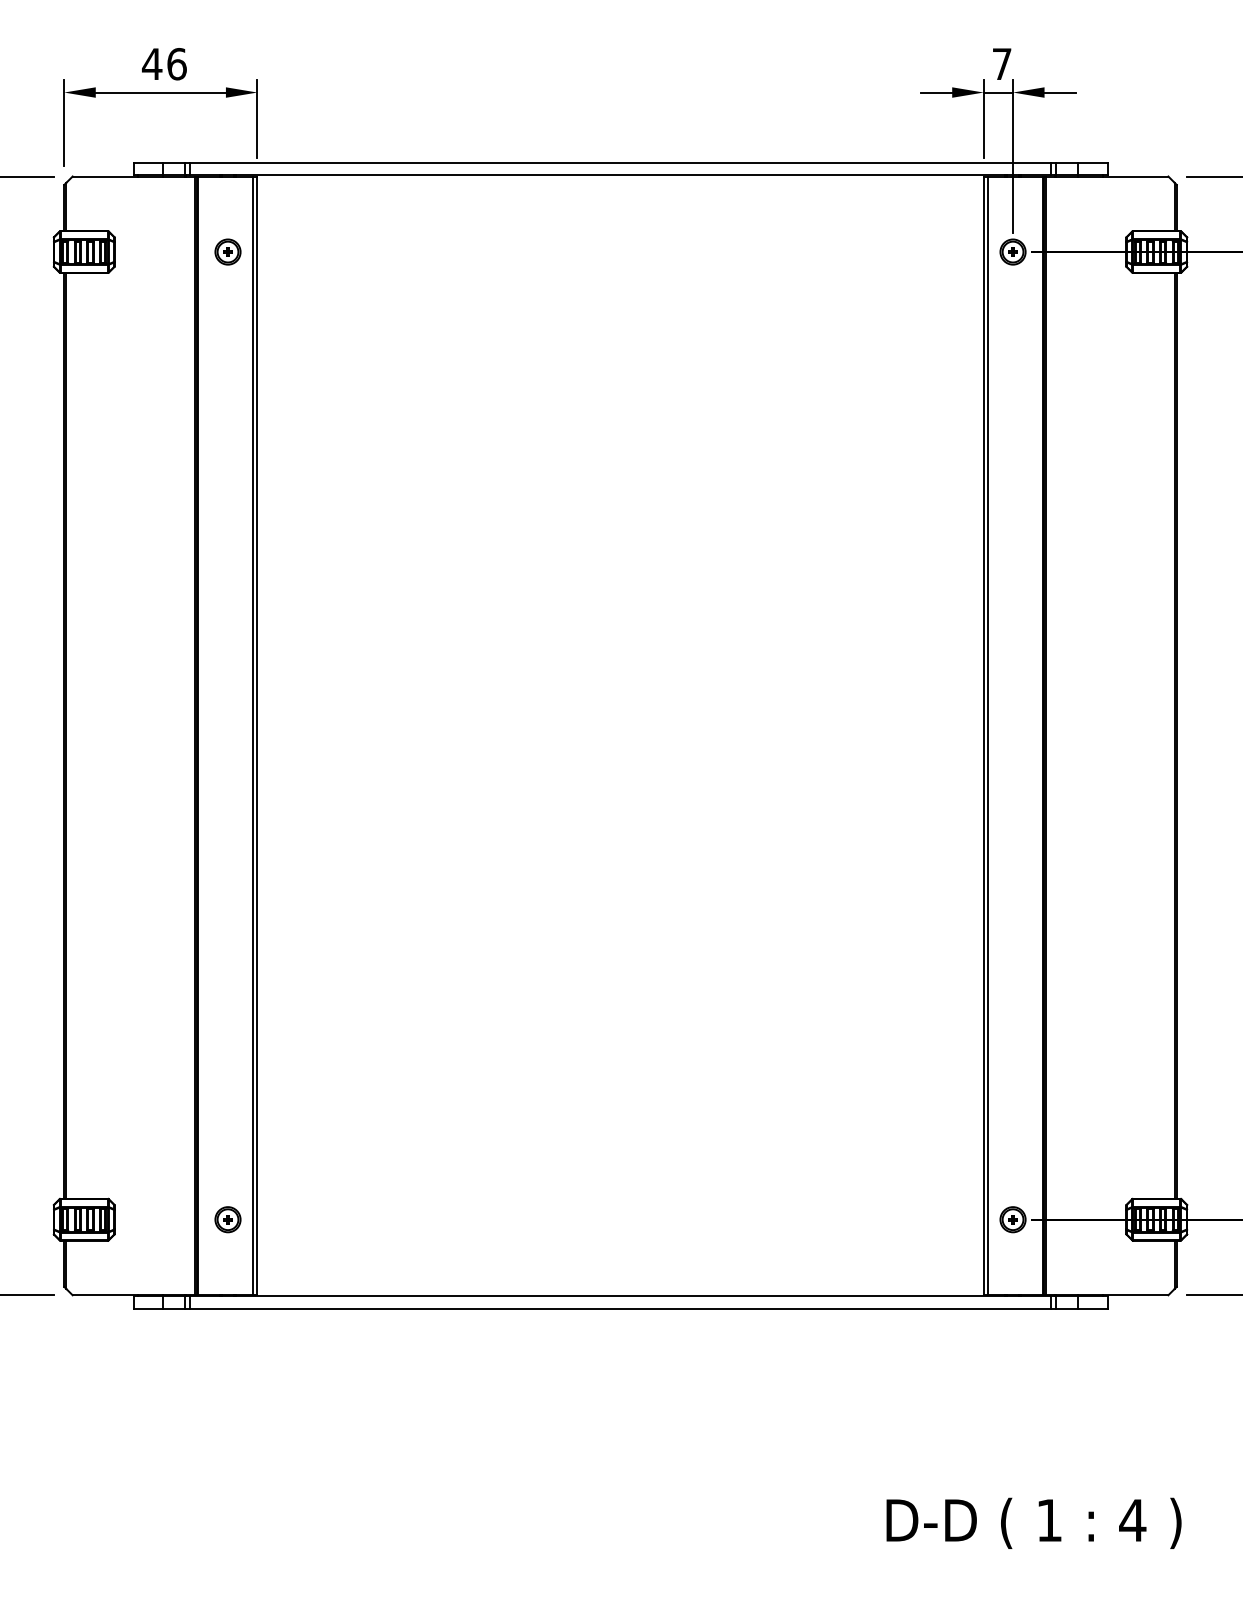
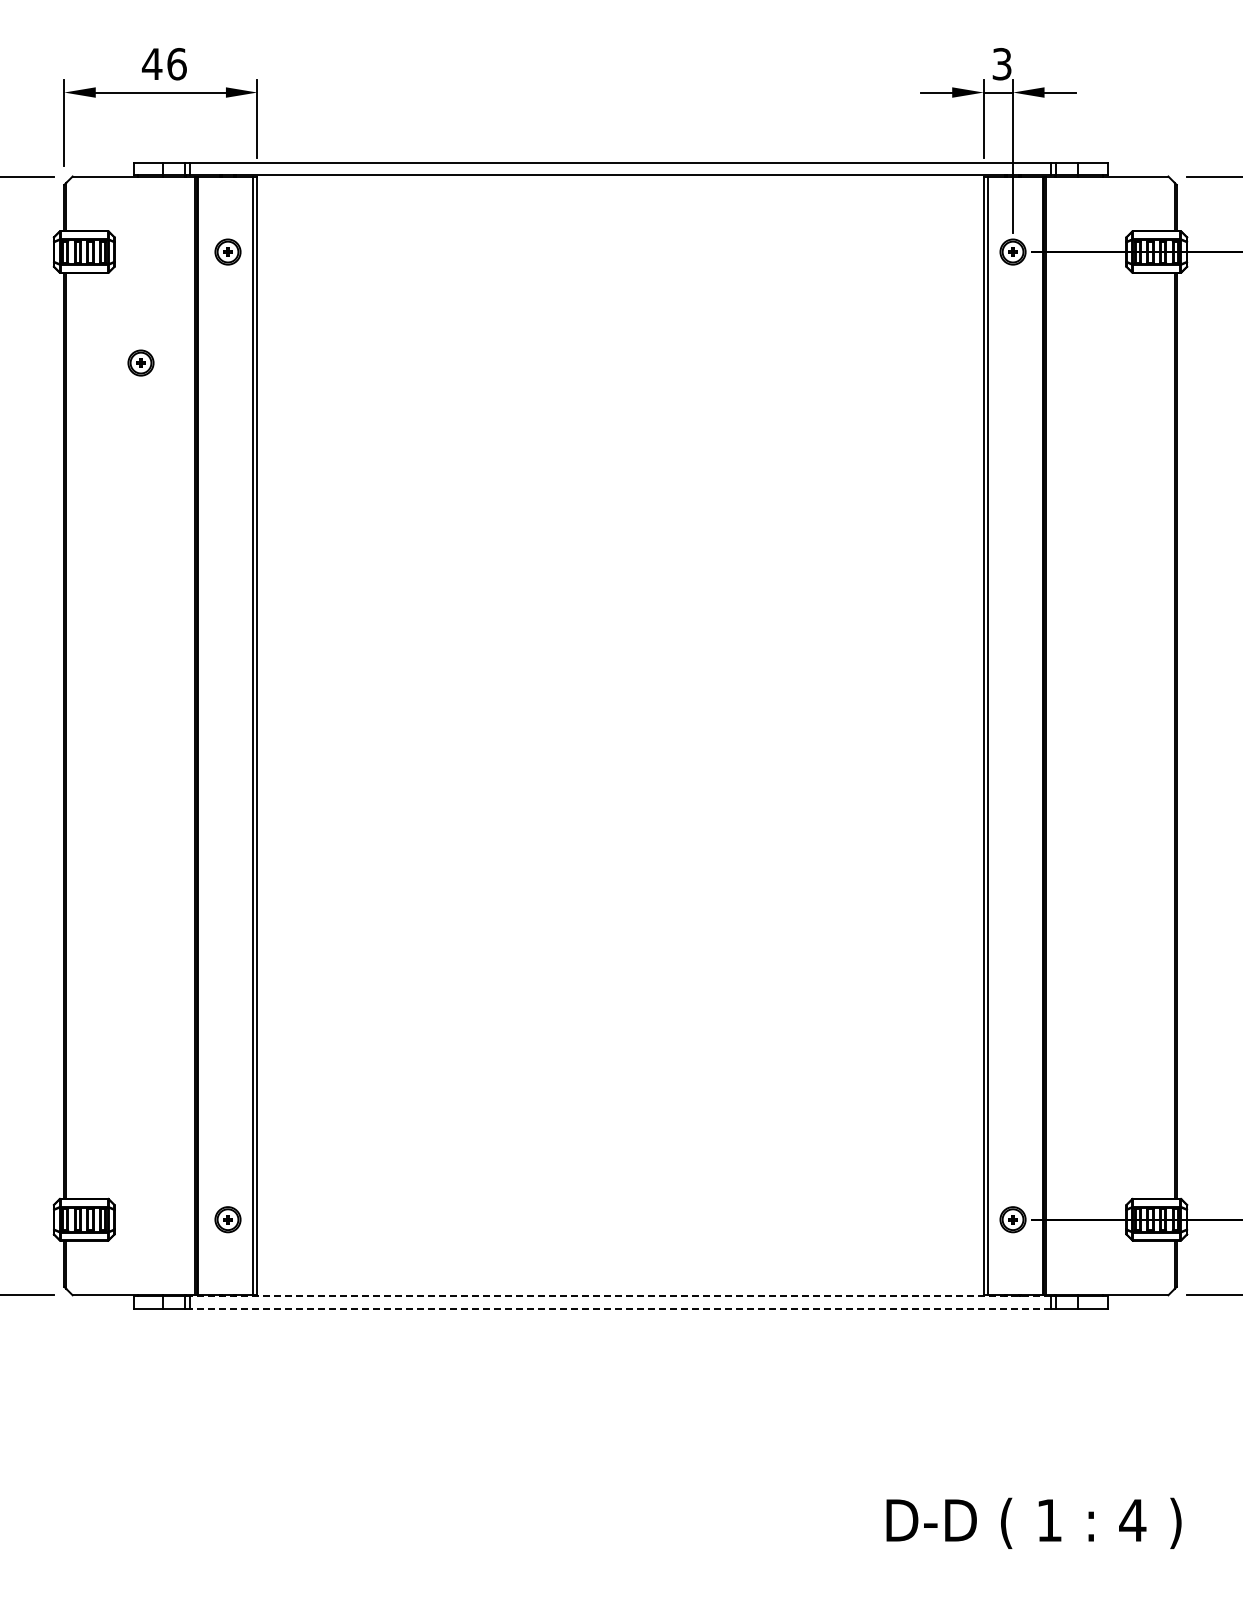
text at (1001, 64): 7 -> 3
part at (140, 362): none -> present
line at (620, 1296): solid -> dashed
line at (620, 1308): solid -> dashed
